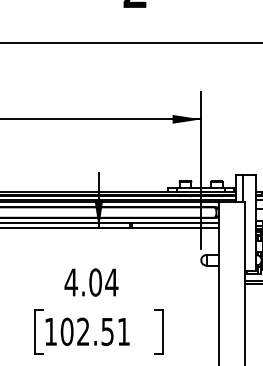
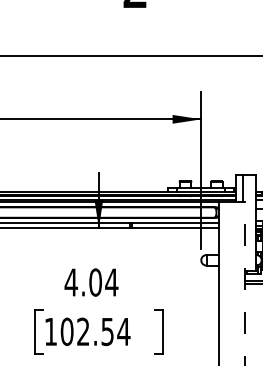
line at (130, 43) position: (130, 43) -> (130, 56)
line at (244, 284): solid -> dashed
text at (123, 331): 102.51 -> 102.54
